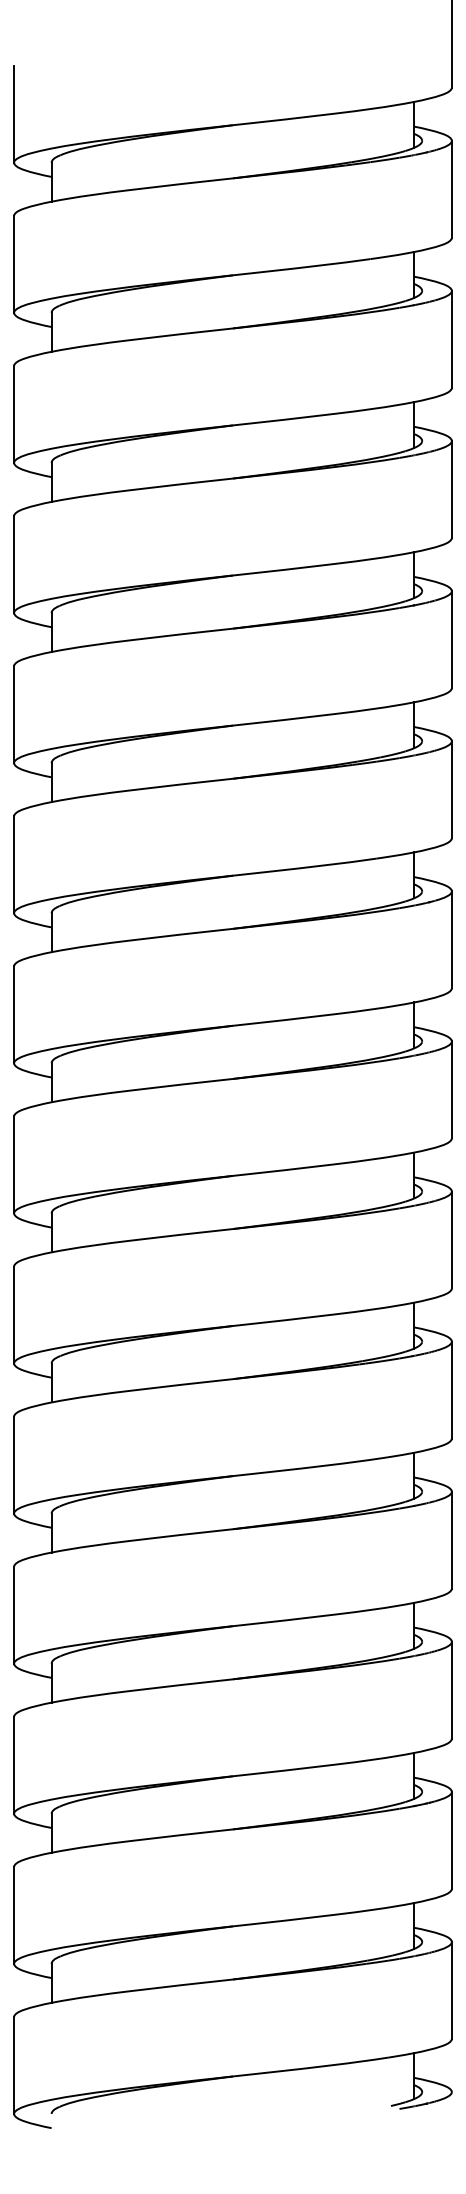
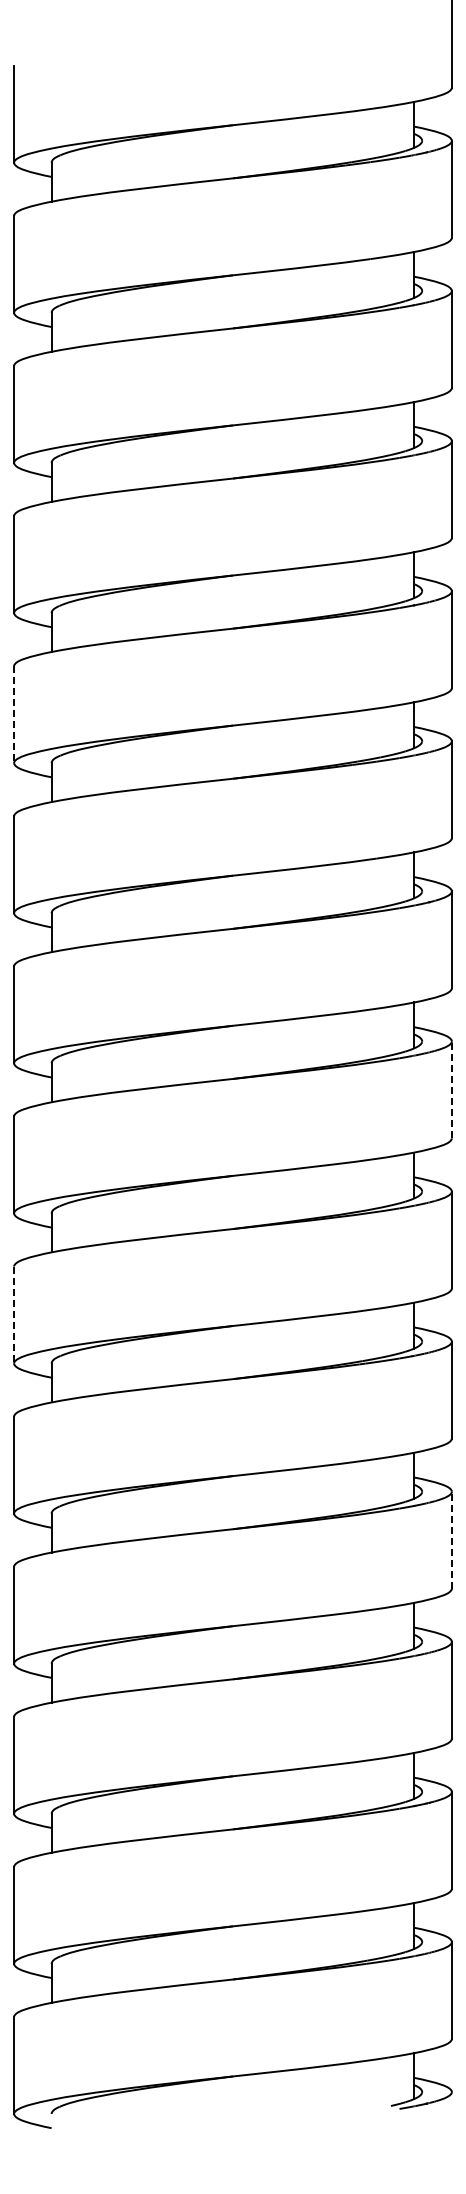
line at (14, 715): solid -> dashed
line at (451, 1089): solid -> dashed
line at (14, 1315): solid -> dashed
line at (451, 1539): solid -> dashed
